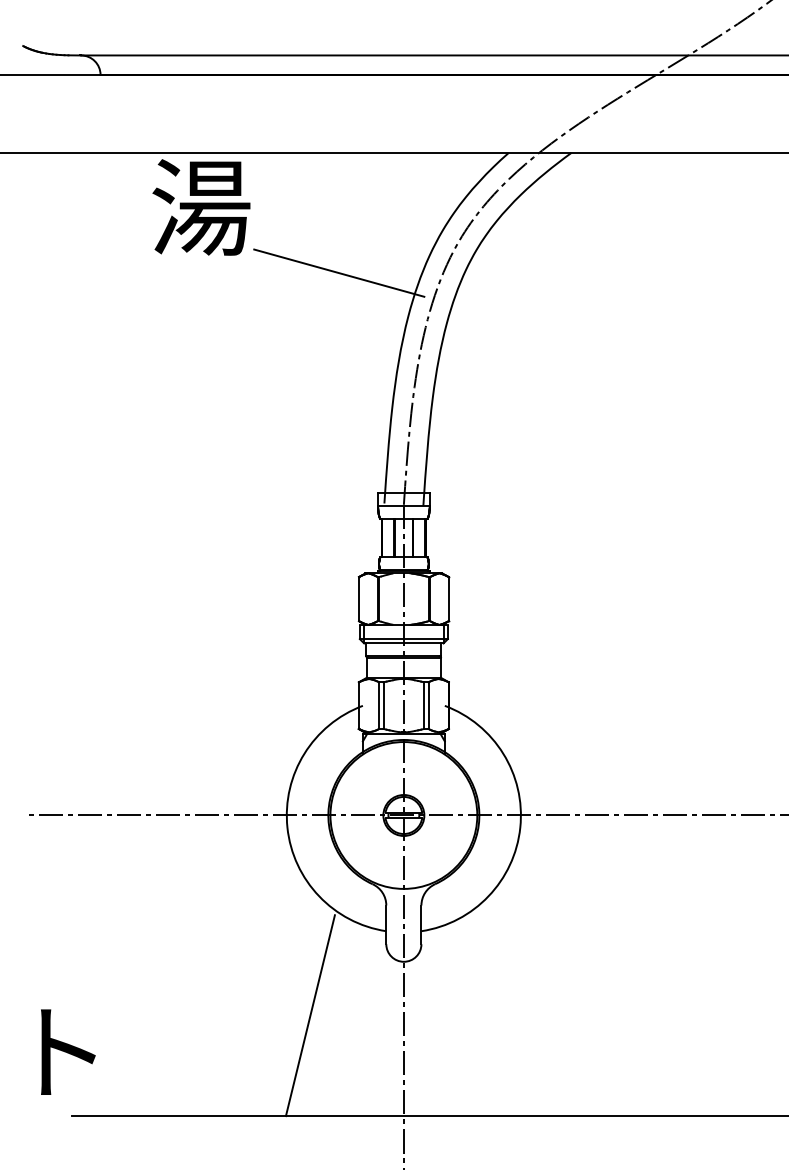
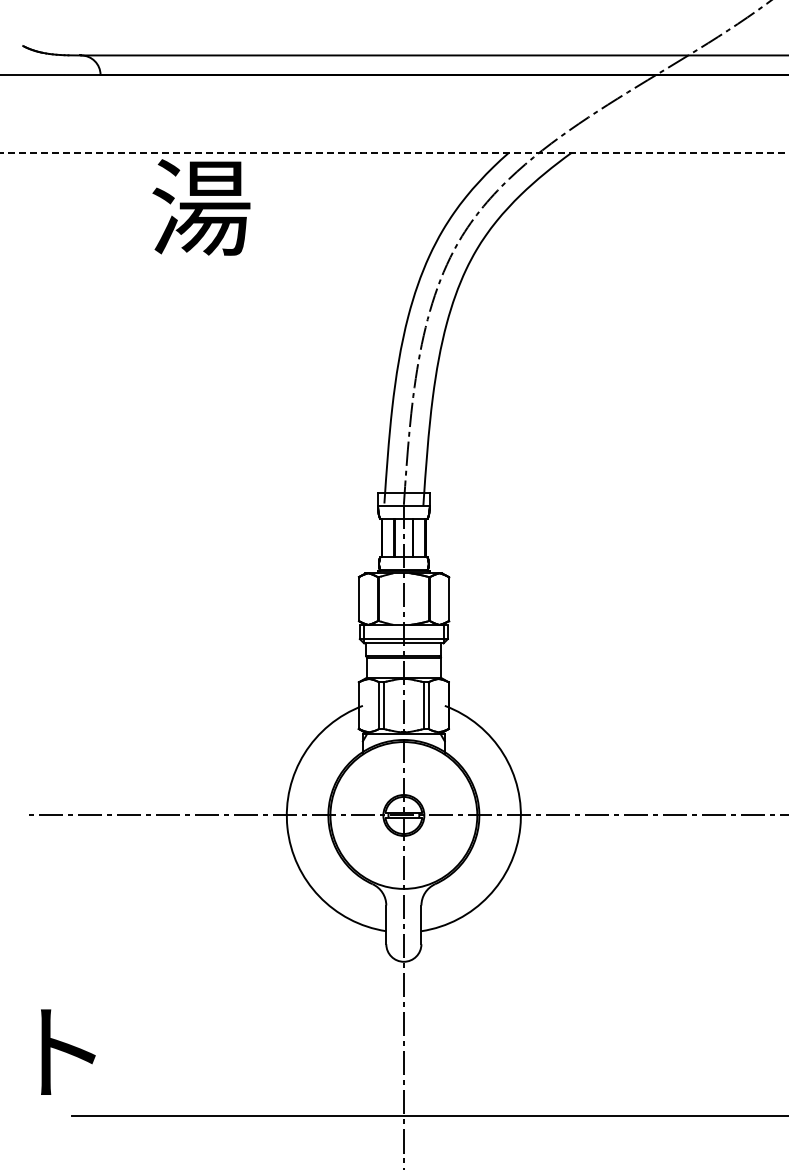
line at (394, 153): solid -> dashed
line at (339, 272): present -> none
line at (309, 1015): present -> none
